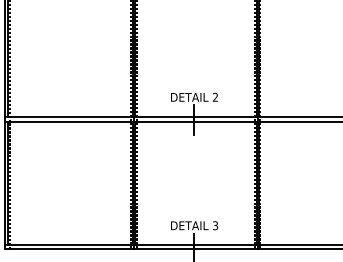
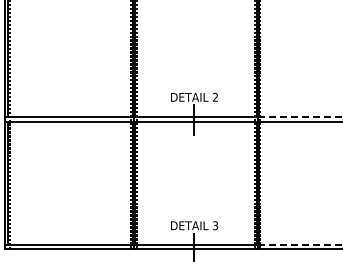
line at (300, 116): solid -> dashed
line at (300, 244): solid -> dashed
